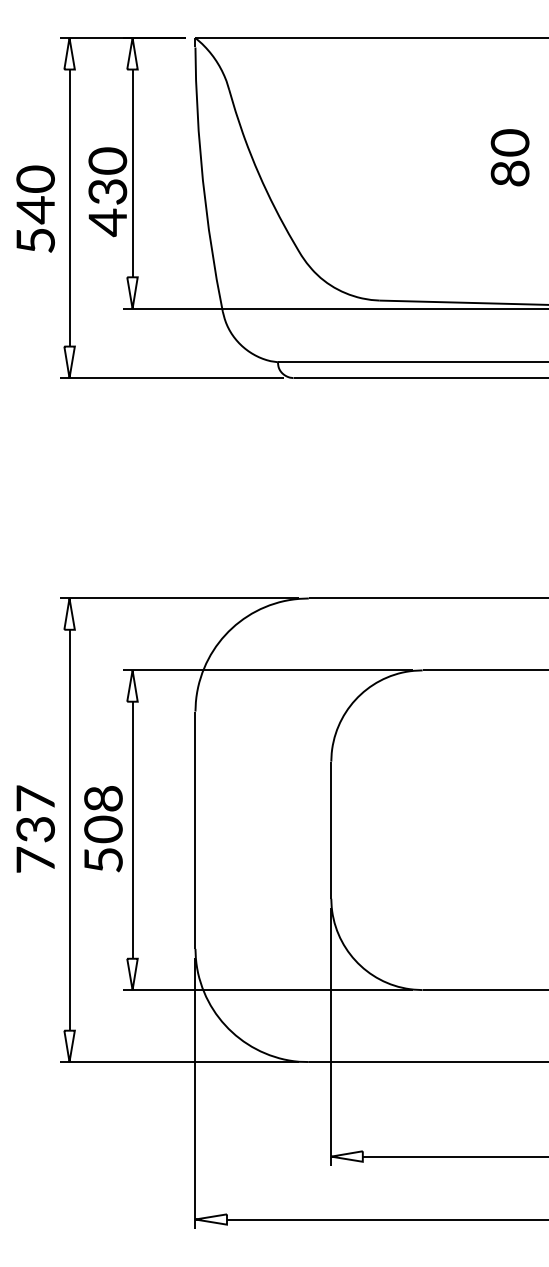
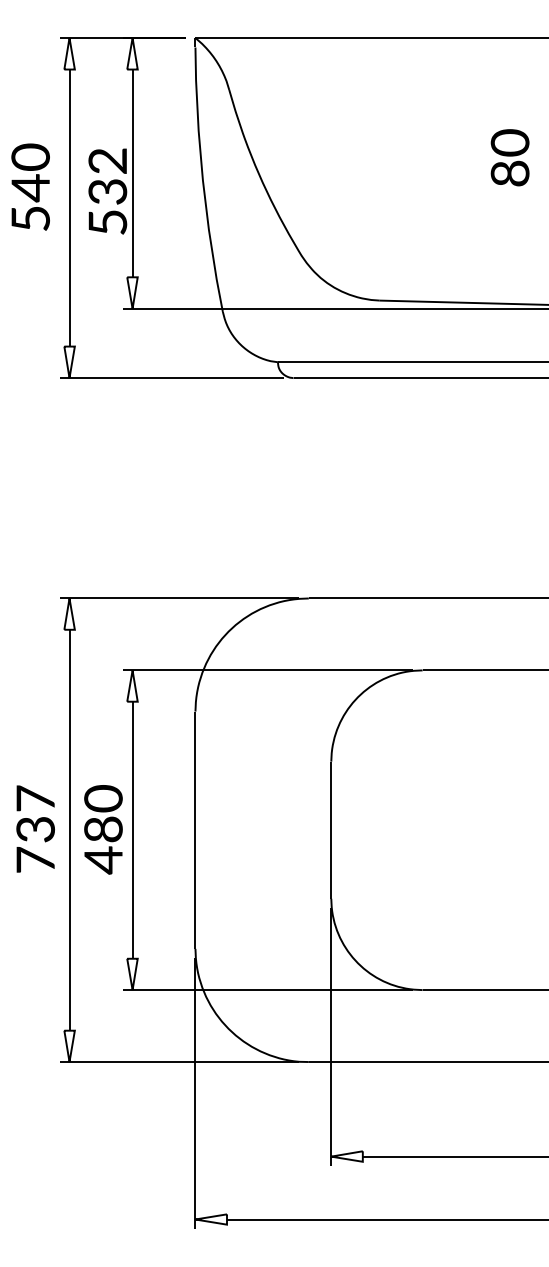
text at (107, 192): 430 -> 532
text at (35, 208) position: (35, 208) -> (30, 186)
text at (103, 829): 508 -> 480
